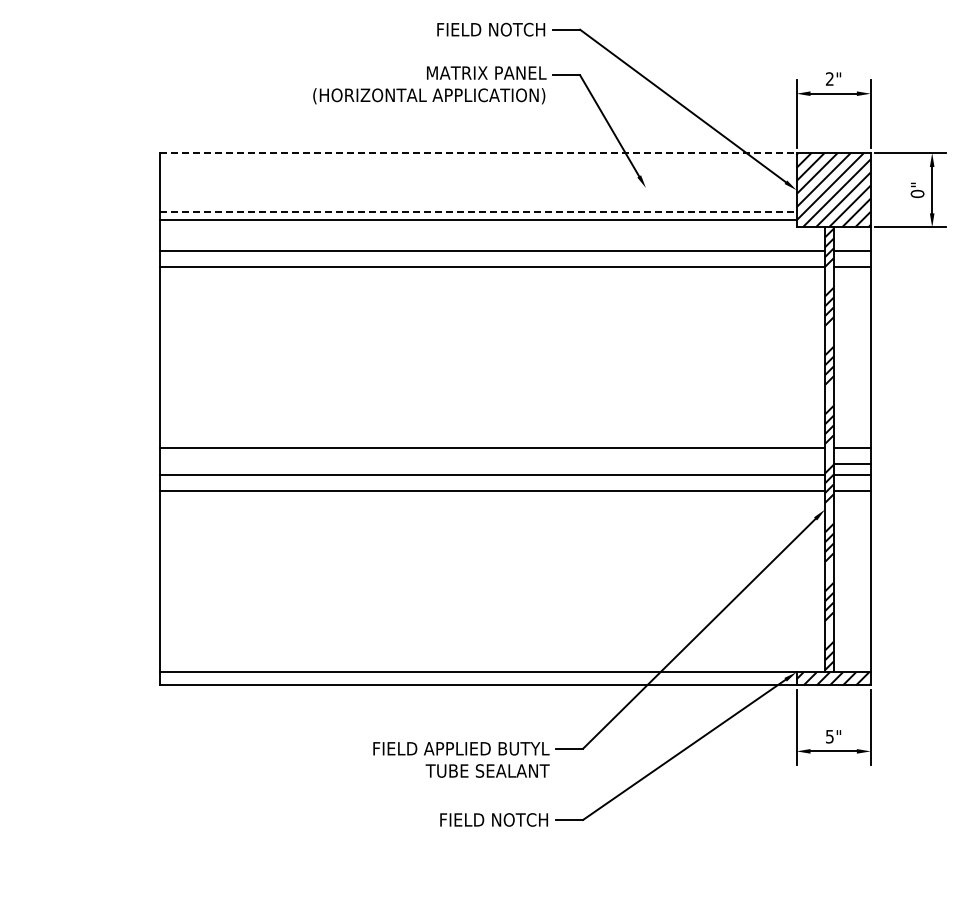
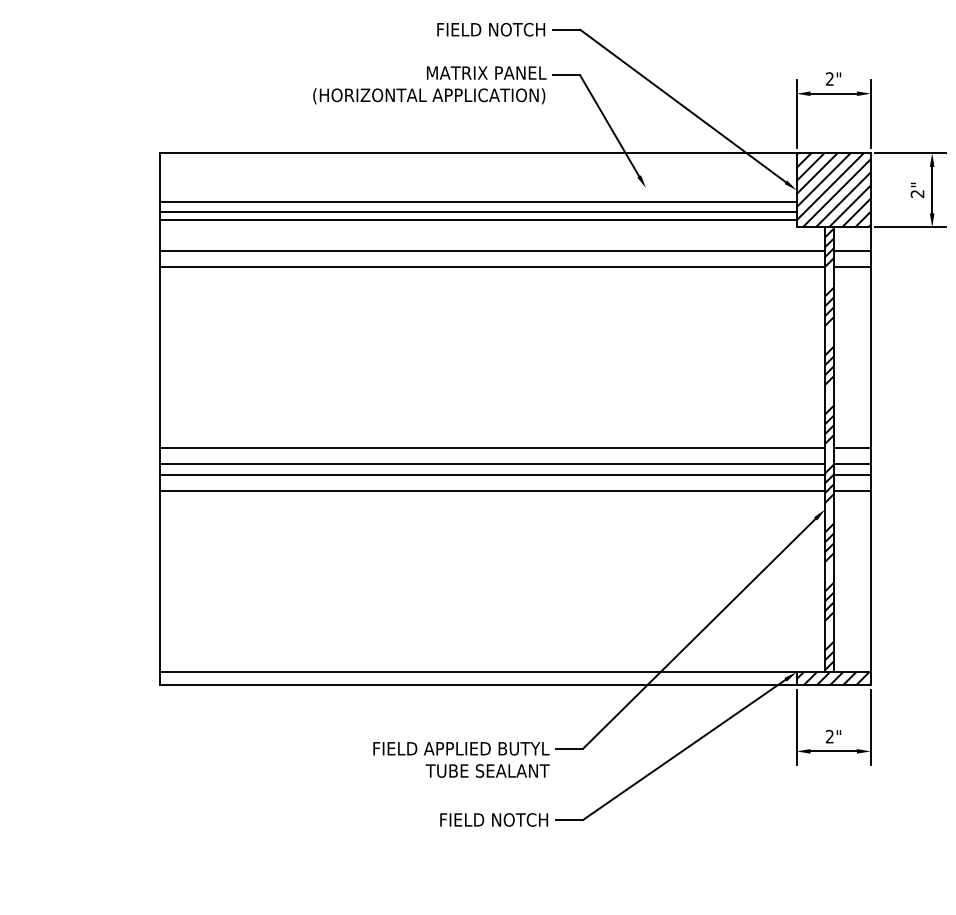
line at (478, 153): dashed -> solid
text at (917, 193): 0" -> 2"
line at (478, 202): none -> present
line at (478, 212): dashed -> solid
line at (492, 463): none -> present
text at (829, 736): 5" -> 2"
